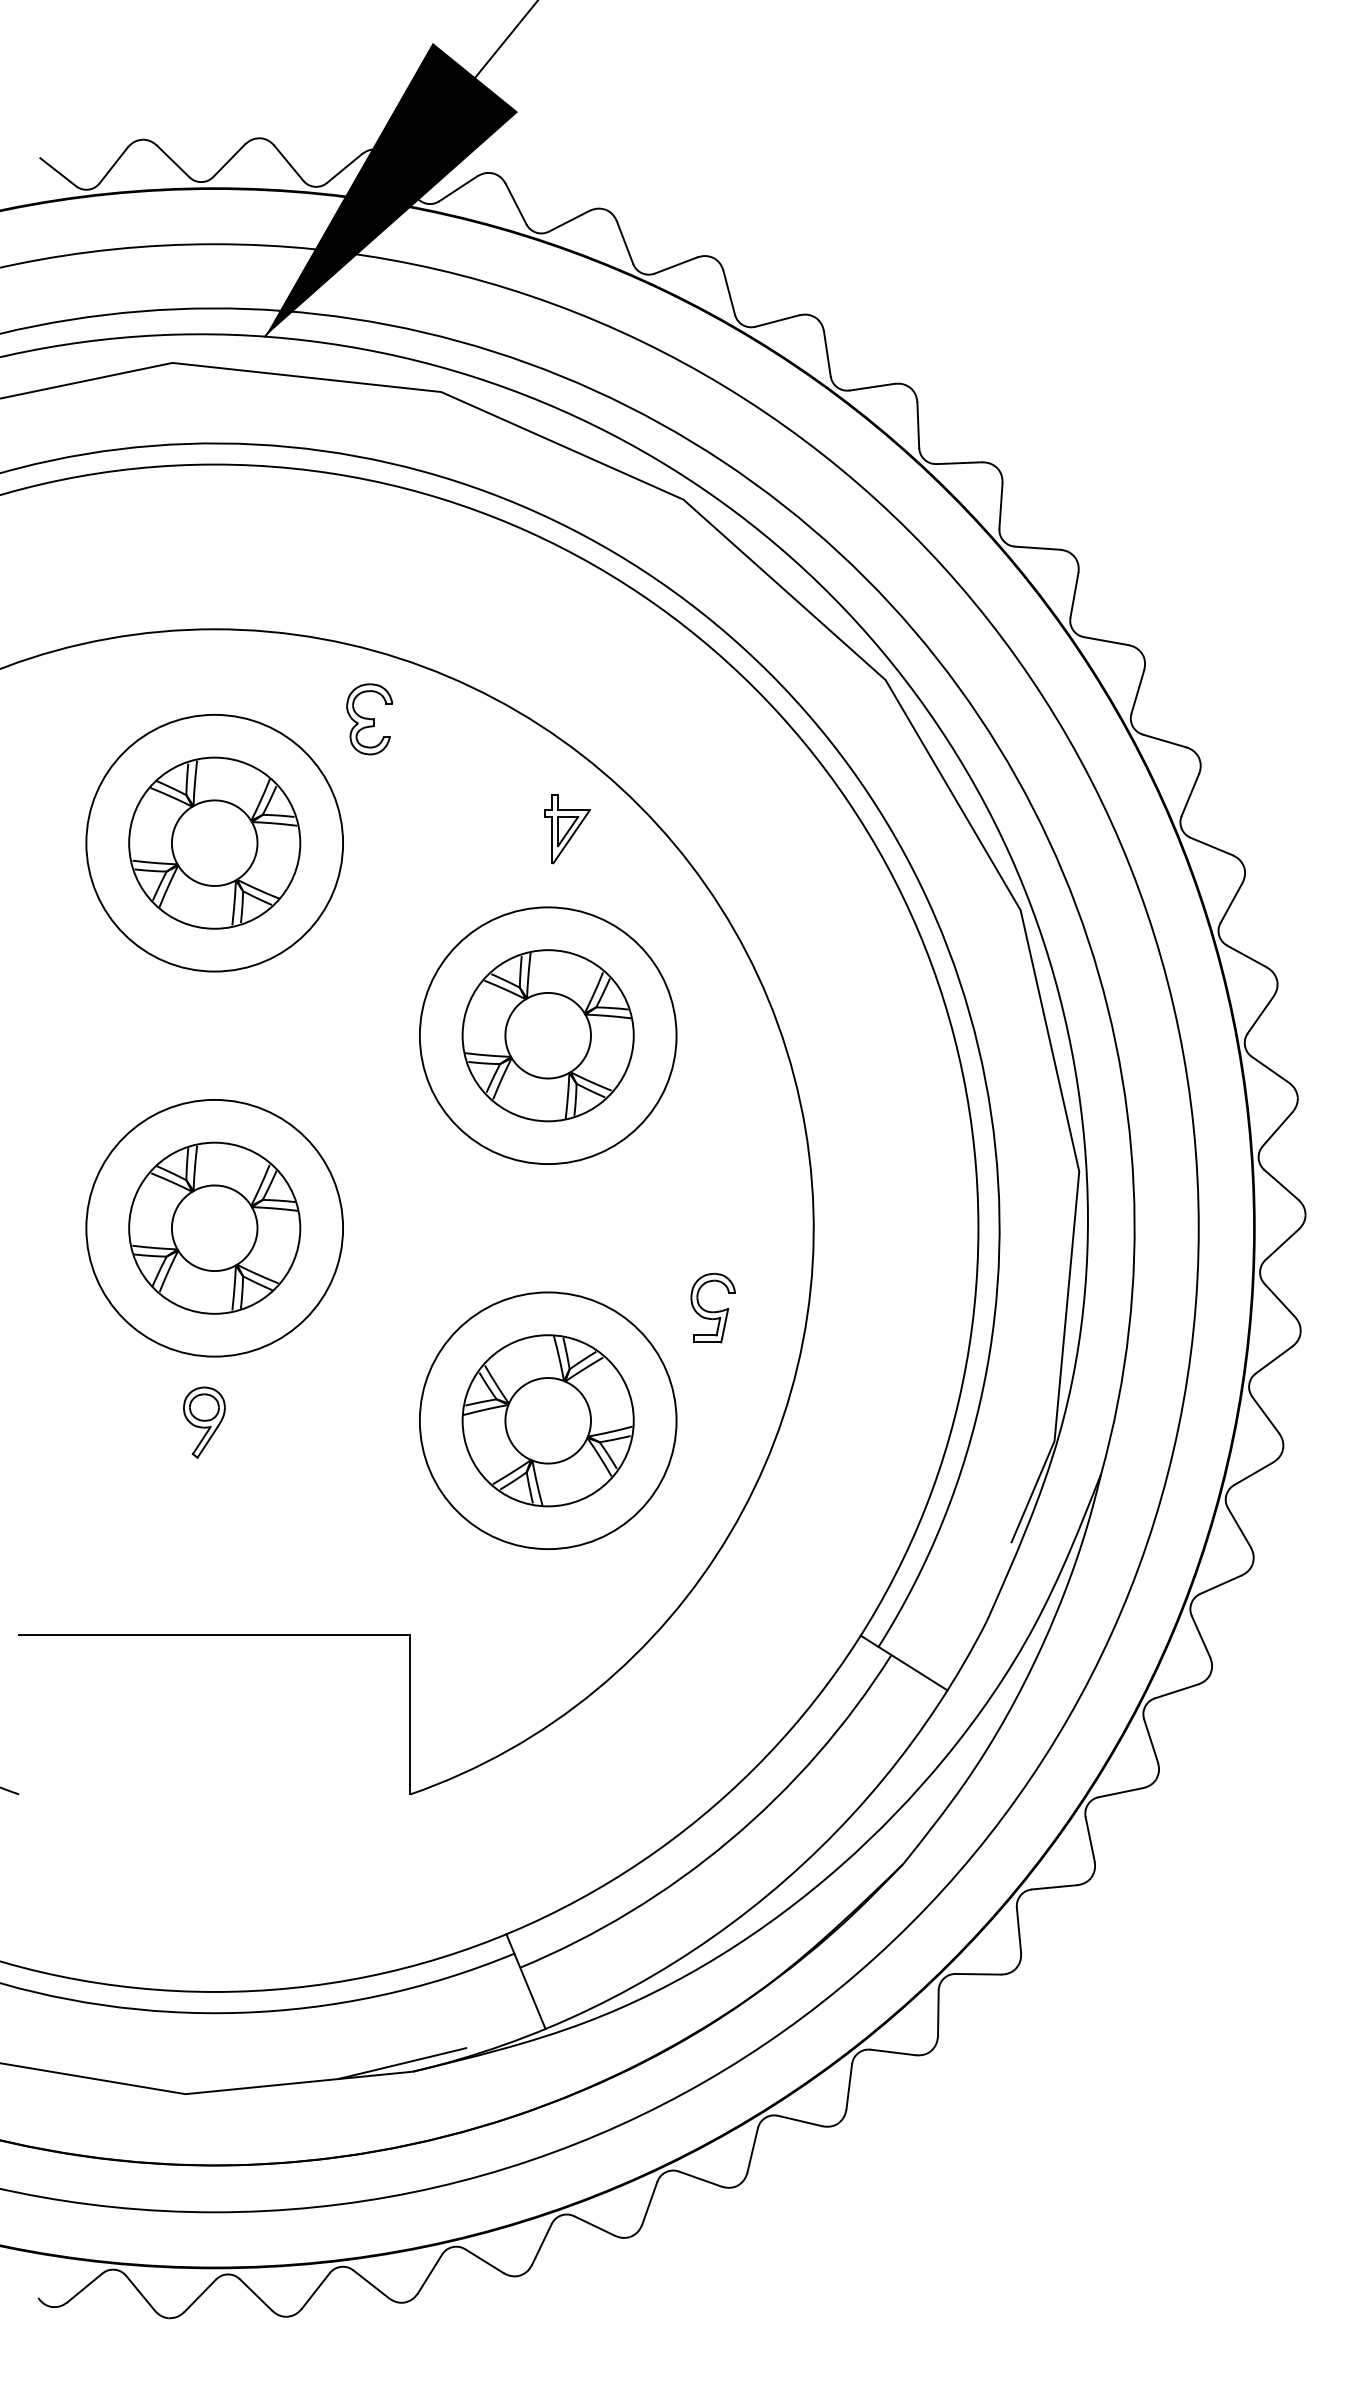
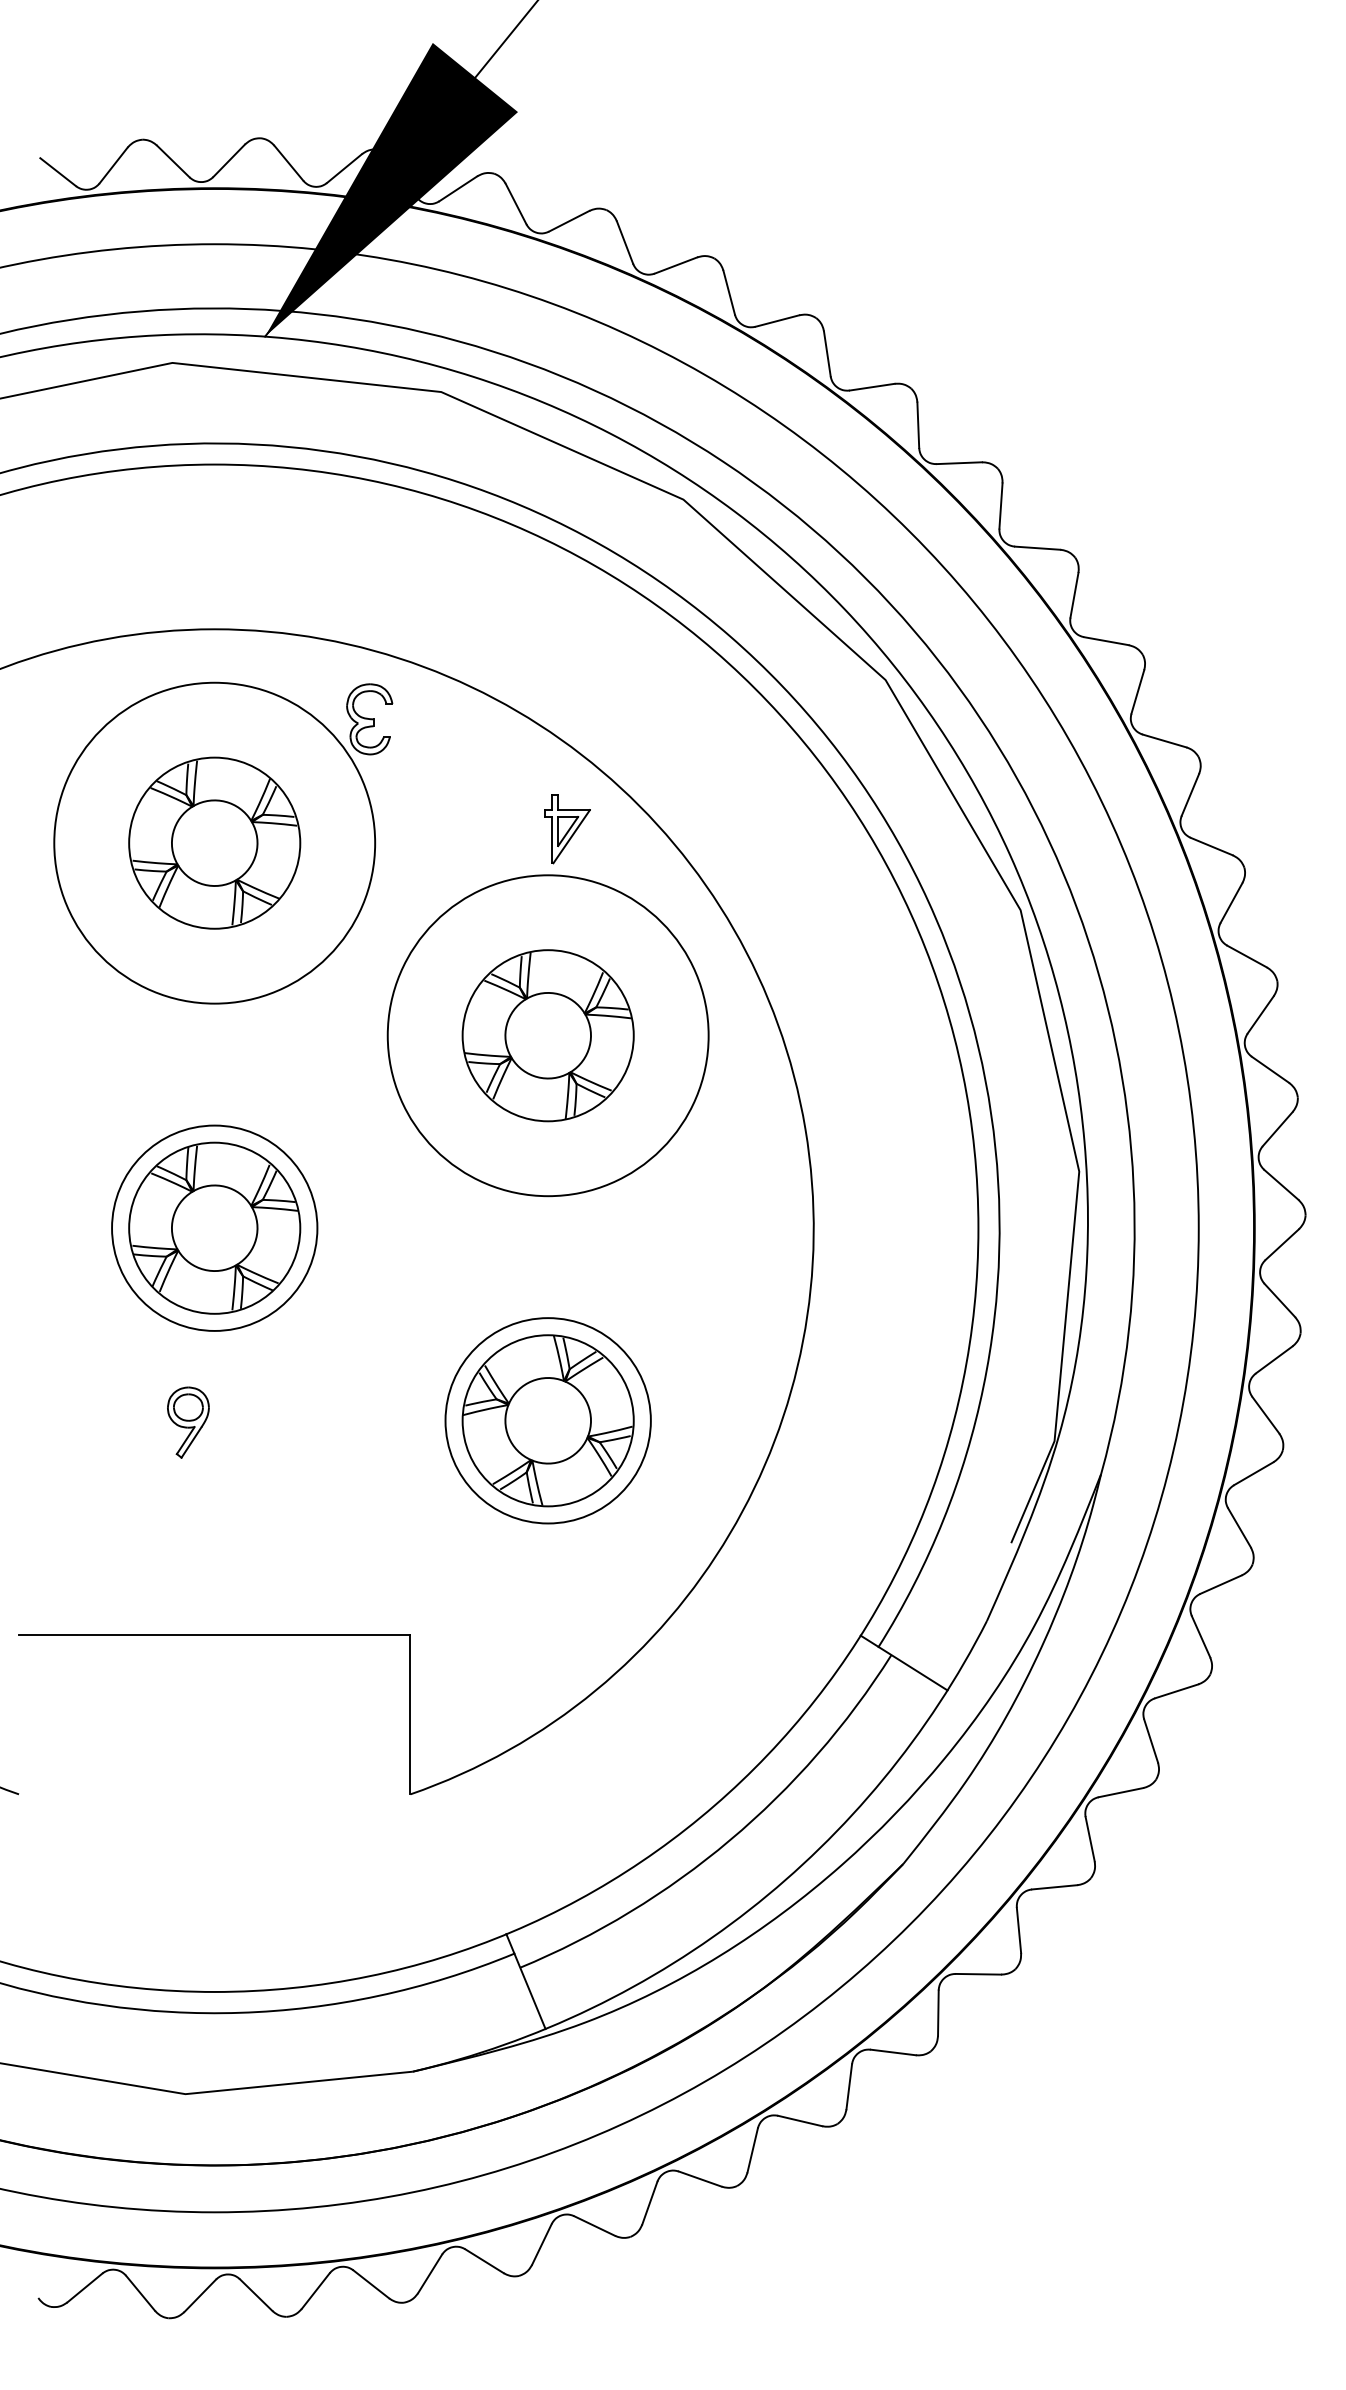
circle at (214, 842) diameter: 257 px -> 321 px
circle at (547, 1035) diameter: 257 px -> 321 px
circle at (214, 1227) diameter: 257 px -> 205 px
part at (712, 1307): present -> none
circle at (547, 1420) diameter: 257 px -> 205 px
part at (204, 1422) position: (204, 1422) -> (188, 1422)
line at (402, 2063): present -> none
